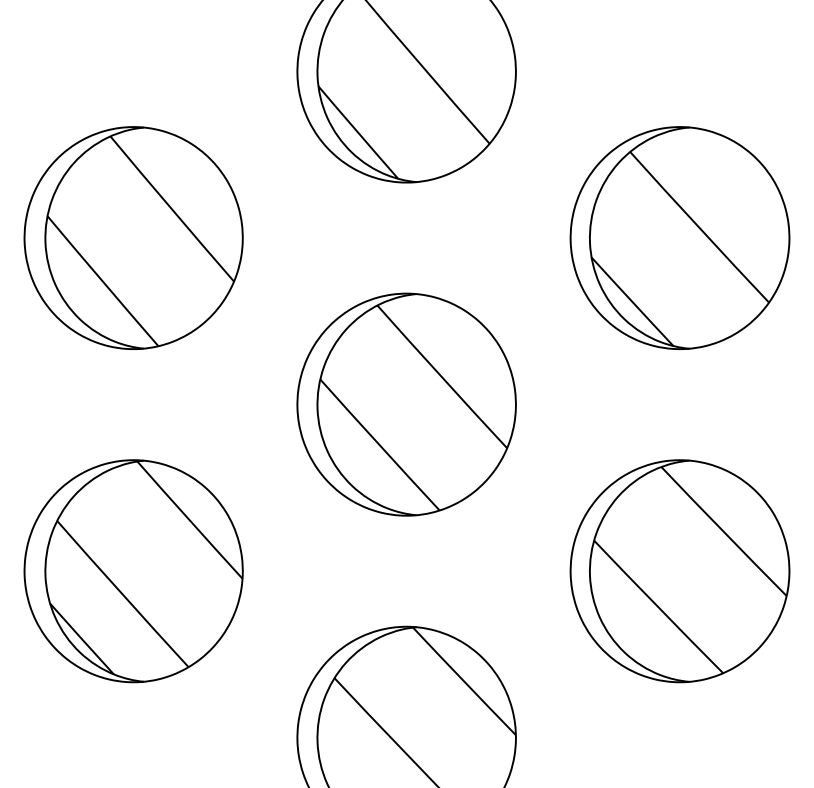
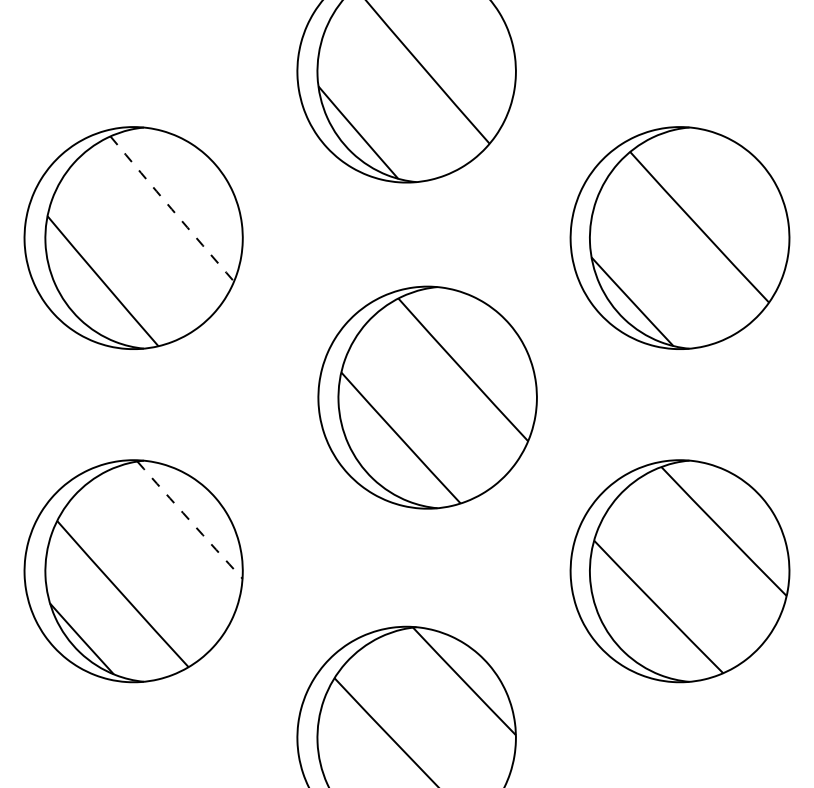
arc at (171, 209): solid -> dashed
part at (406, 404) position: (406, 404) -> (427, 397)
arc at (189, 520): solid -> dashed
